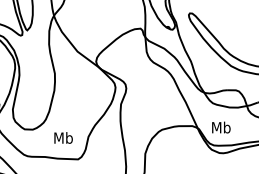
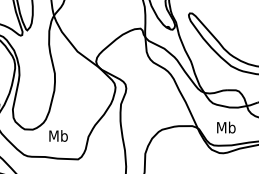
text at (221, 127) position: (221, 127) -> (226, 127)
text at (63, 137) position: (63, 137) -> (58, 135)
